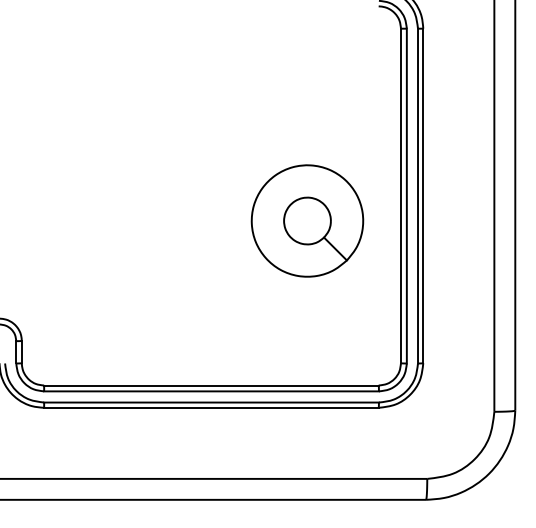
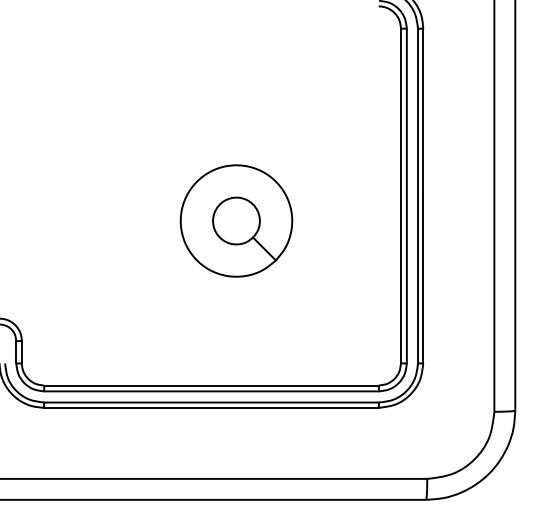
part at (307, 220) position: (307, 220) -> (236, 220)
